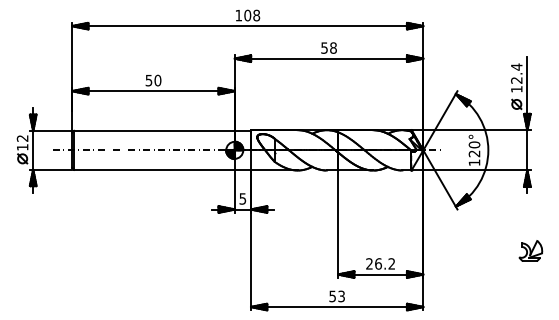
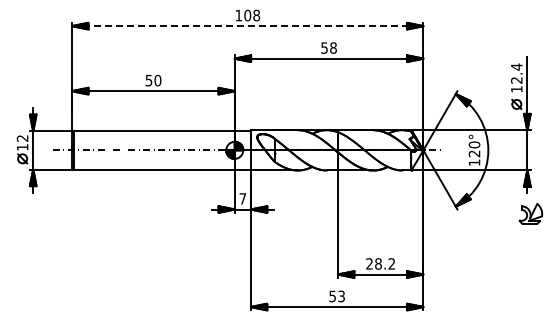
line at (247, 26): solid -> dashed
text at (242, 198): 5 -> 7
part at (530, 250) position: (530, 250) -> (530, 213)
text at (378, 263): 26.2 -> 28.2
